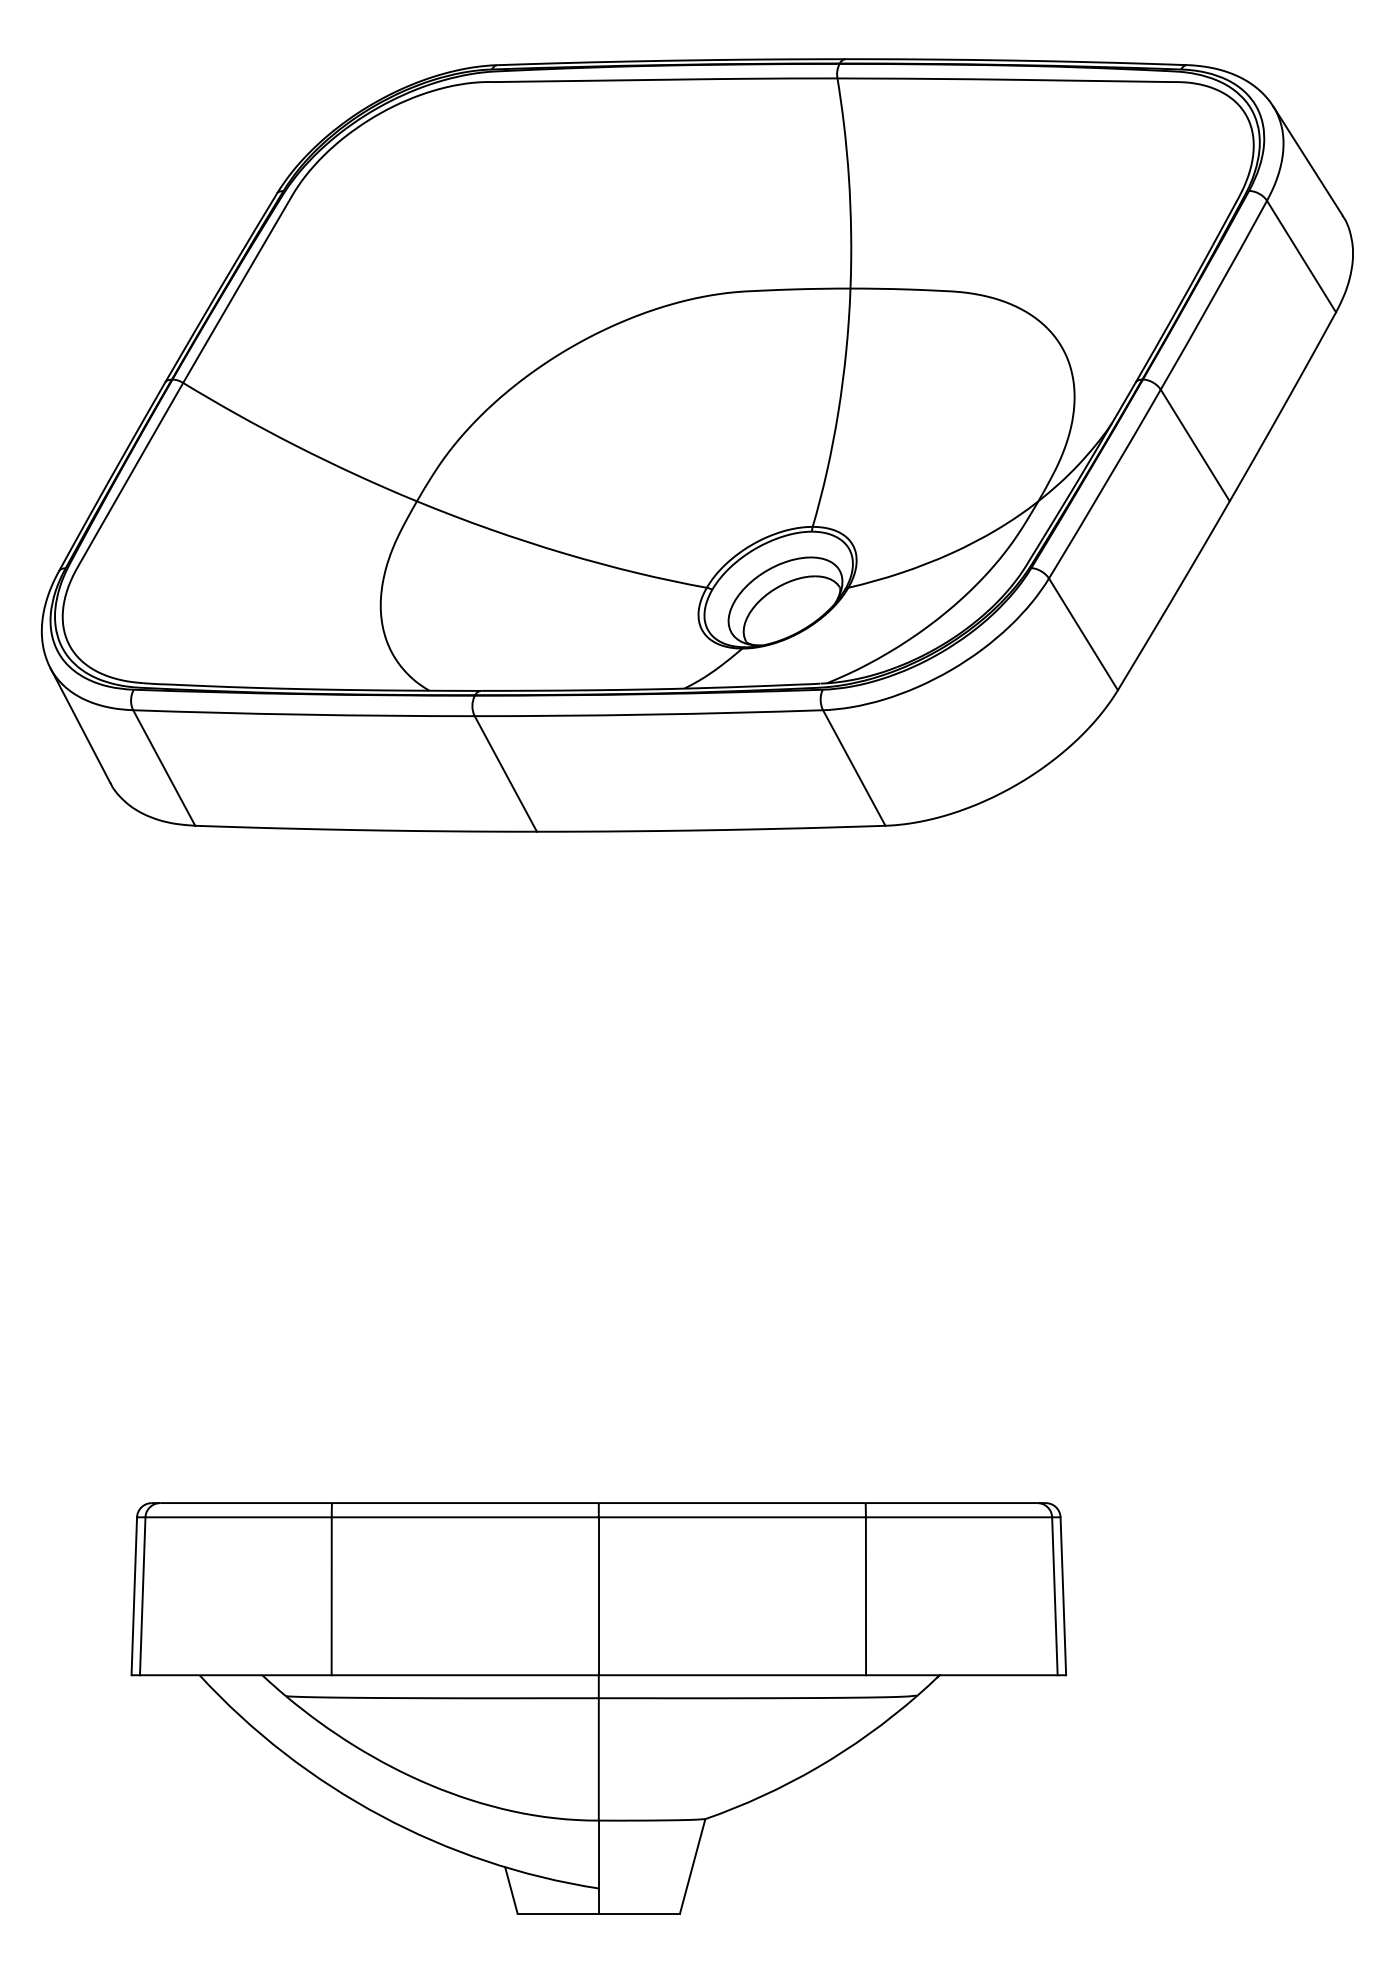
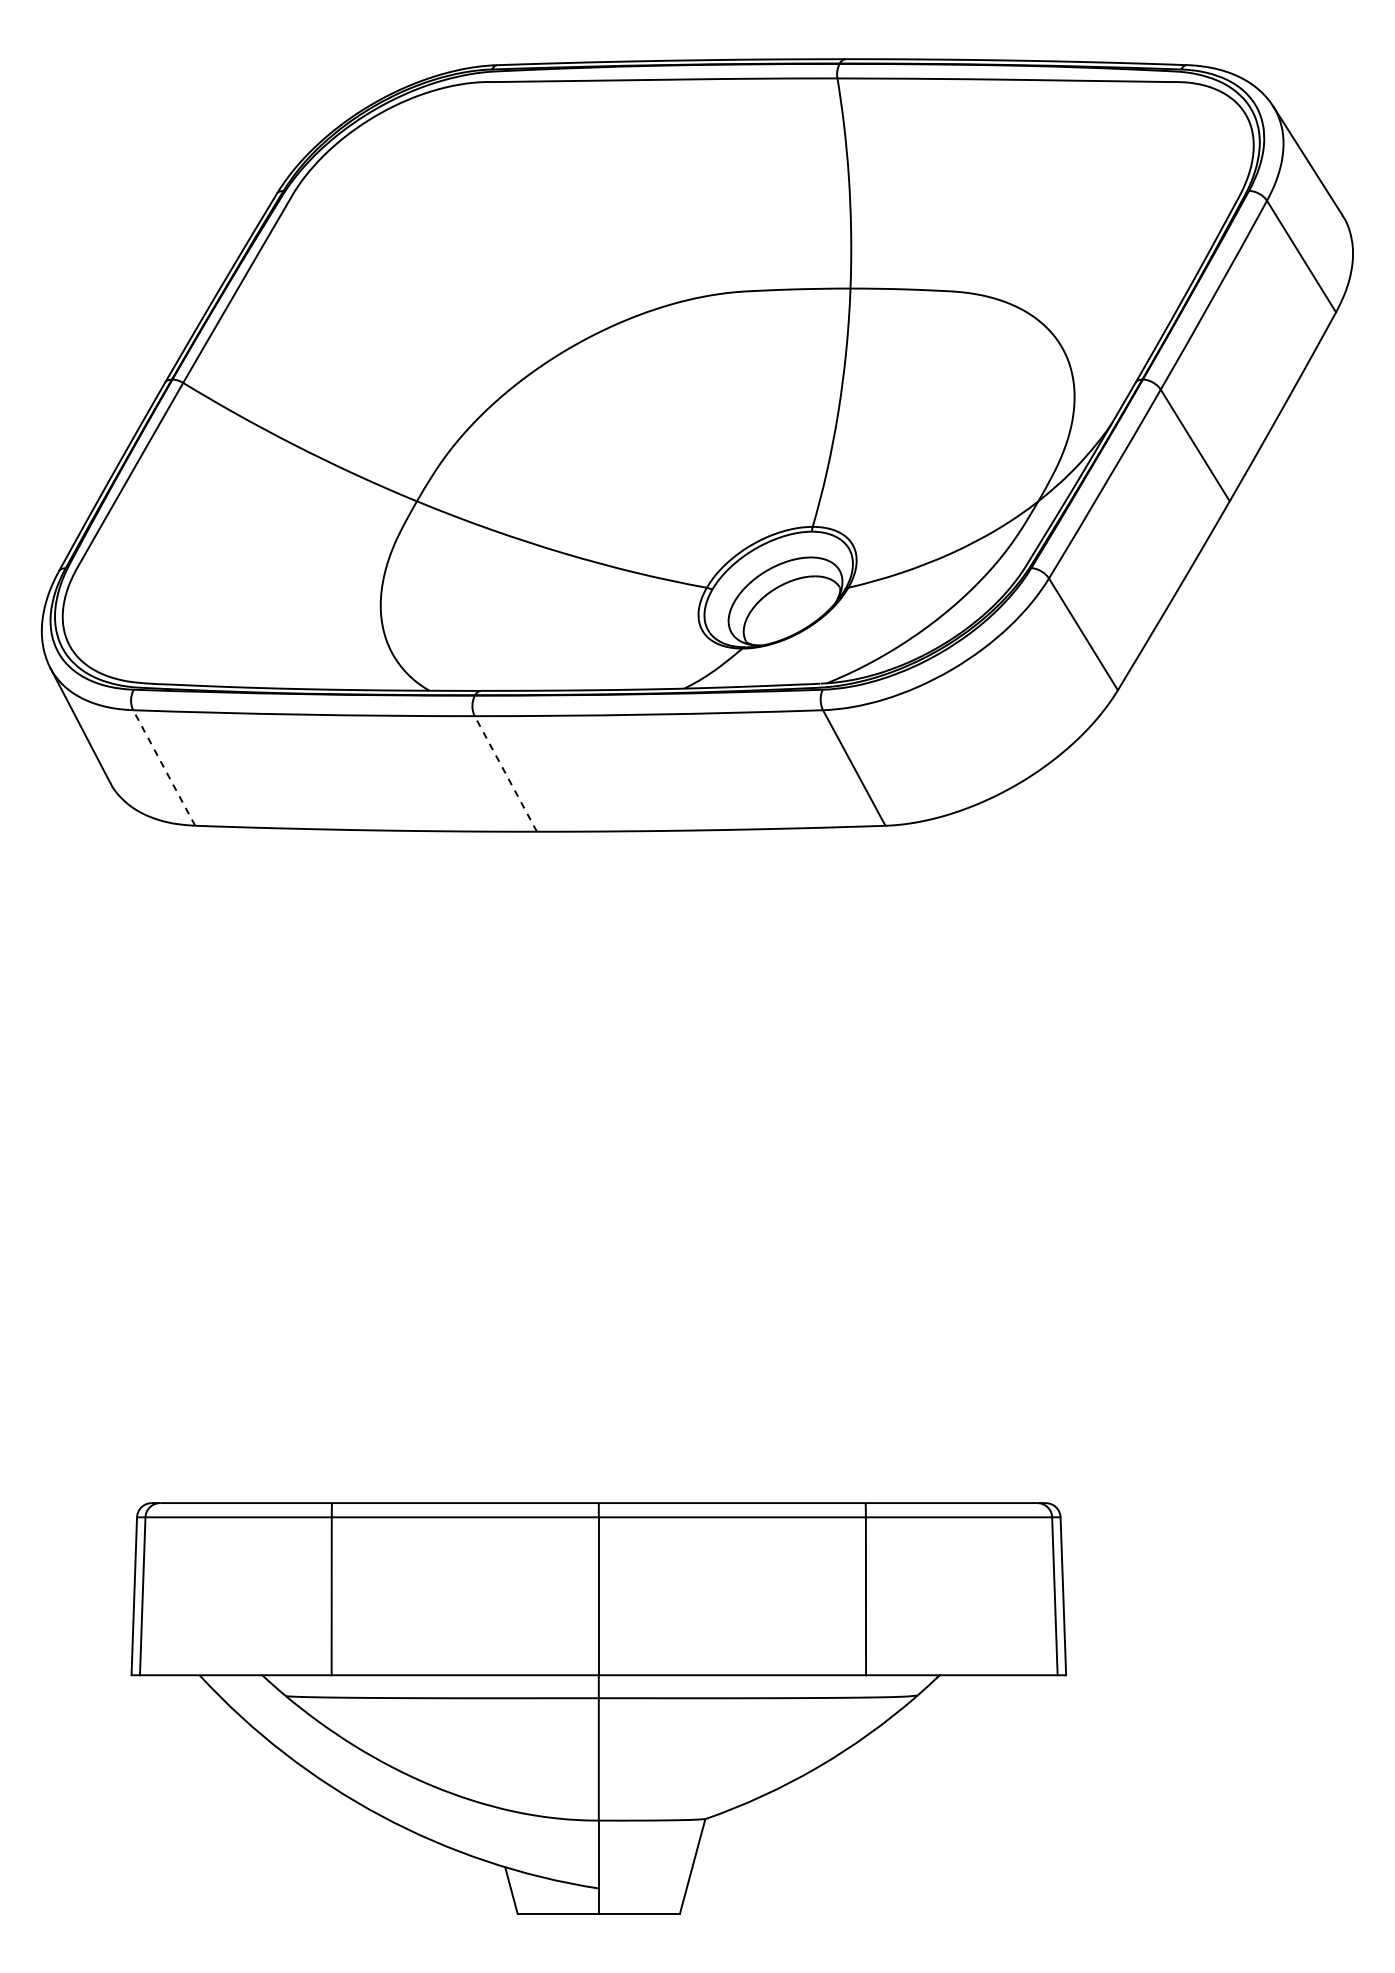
line at (164, 768): solid -> dashed
line at (505, 773): solid -> dashed
